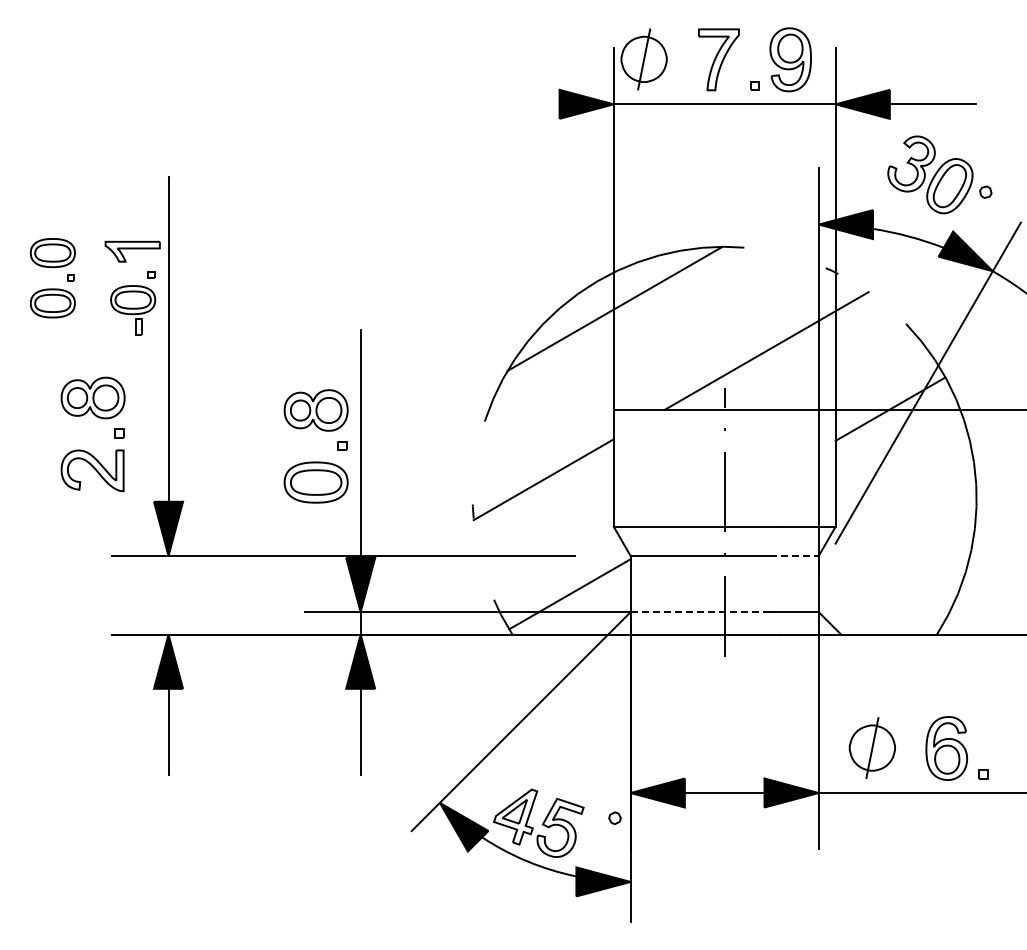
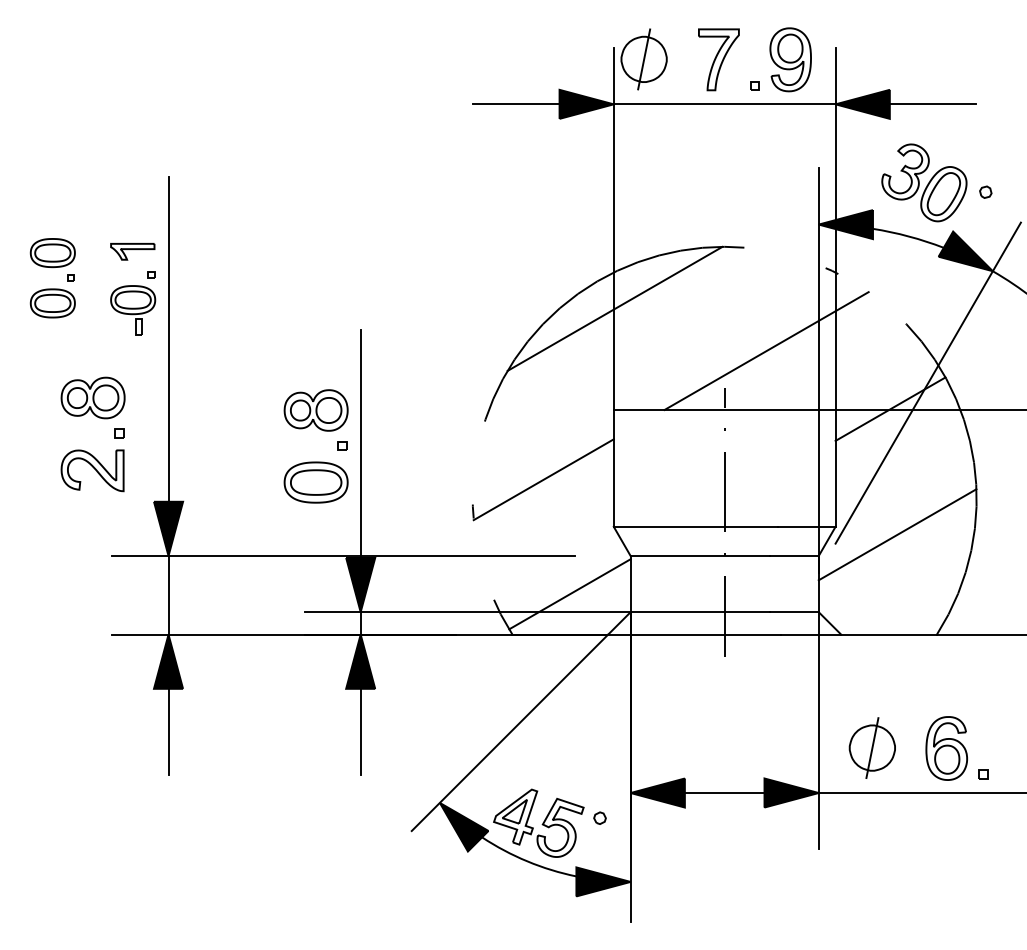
line at (516, 104): none -> present
part at (930, 174) position: (930, 174) -> (924, 182)
part at (132, 251) size: 57x23 px -> 46x18 px
line at (897, 534): none -> present
line at (794, 556): dashed -> solid
line at (168, 595): none -> present
line at (700, 612): dashed -> solid
part at (614, 817) position: (614, 817) -> (599, 817)
